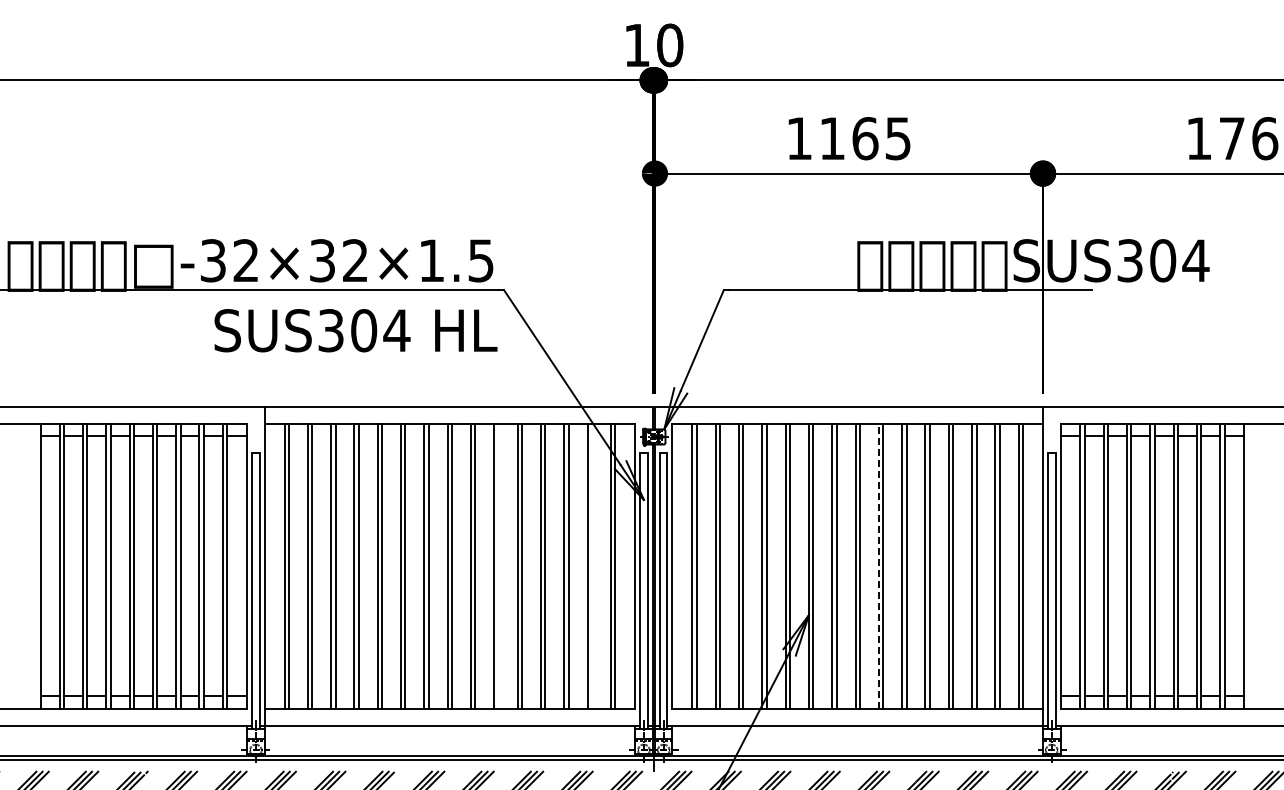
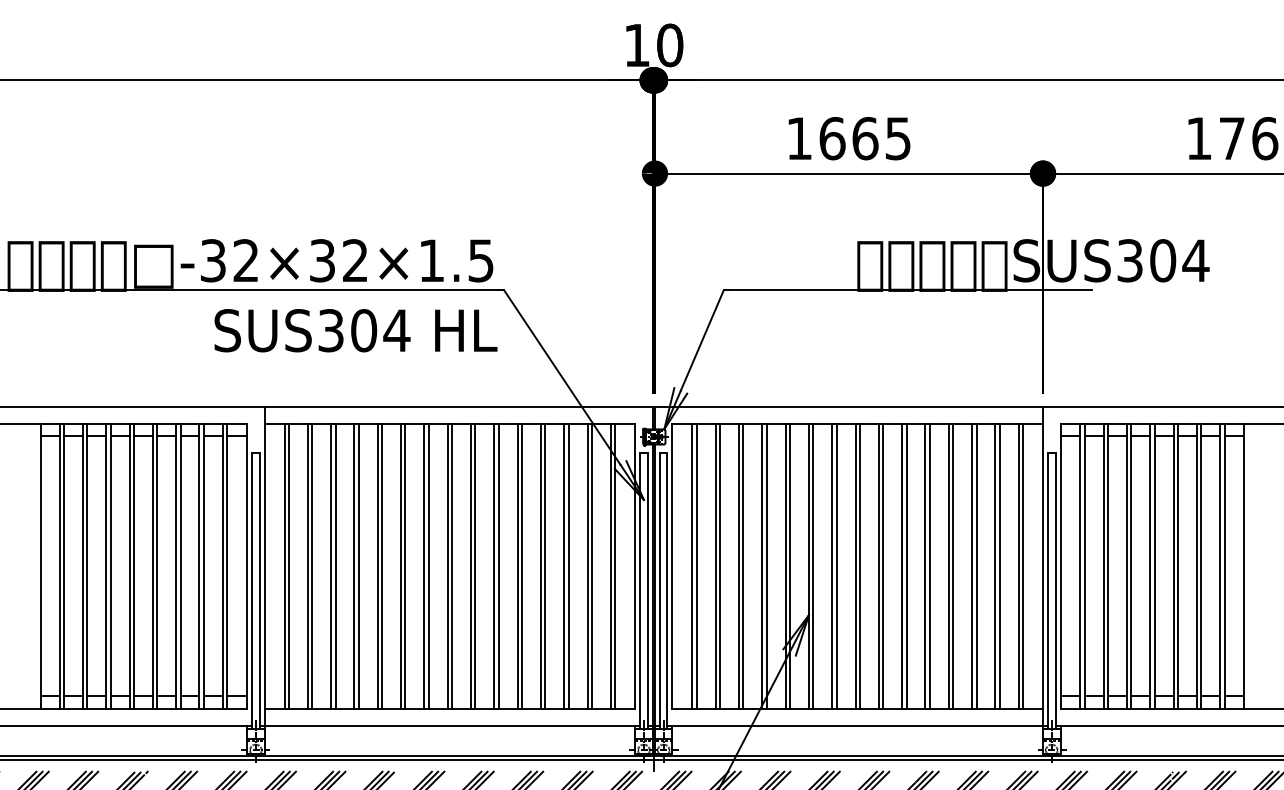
text at (832, 138): 1165 -> 1665
line at (878, 565): dashed -> solid
line at (498, 566): none -> present
line at (591, 566): none -> present
